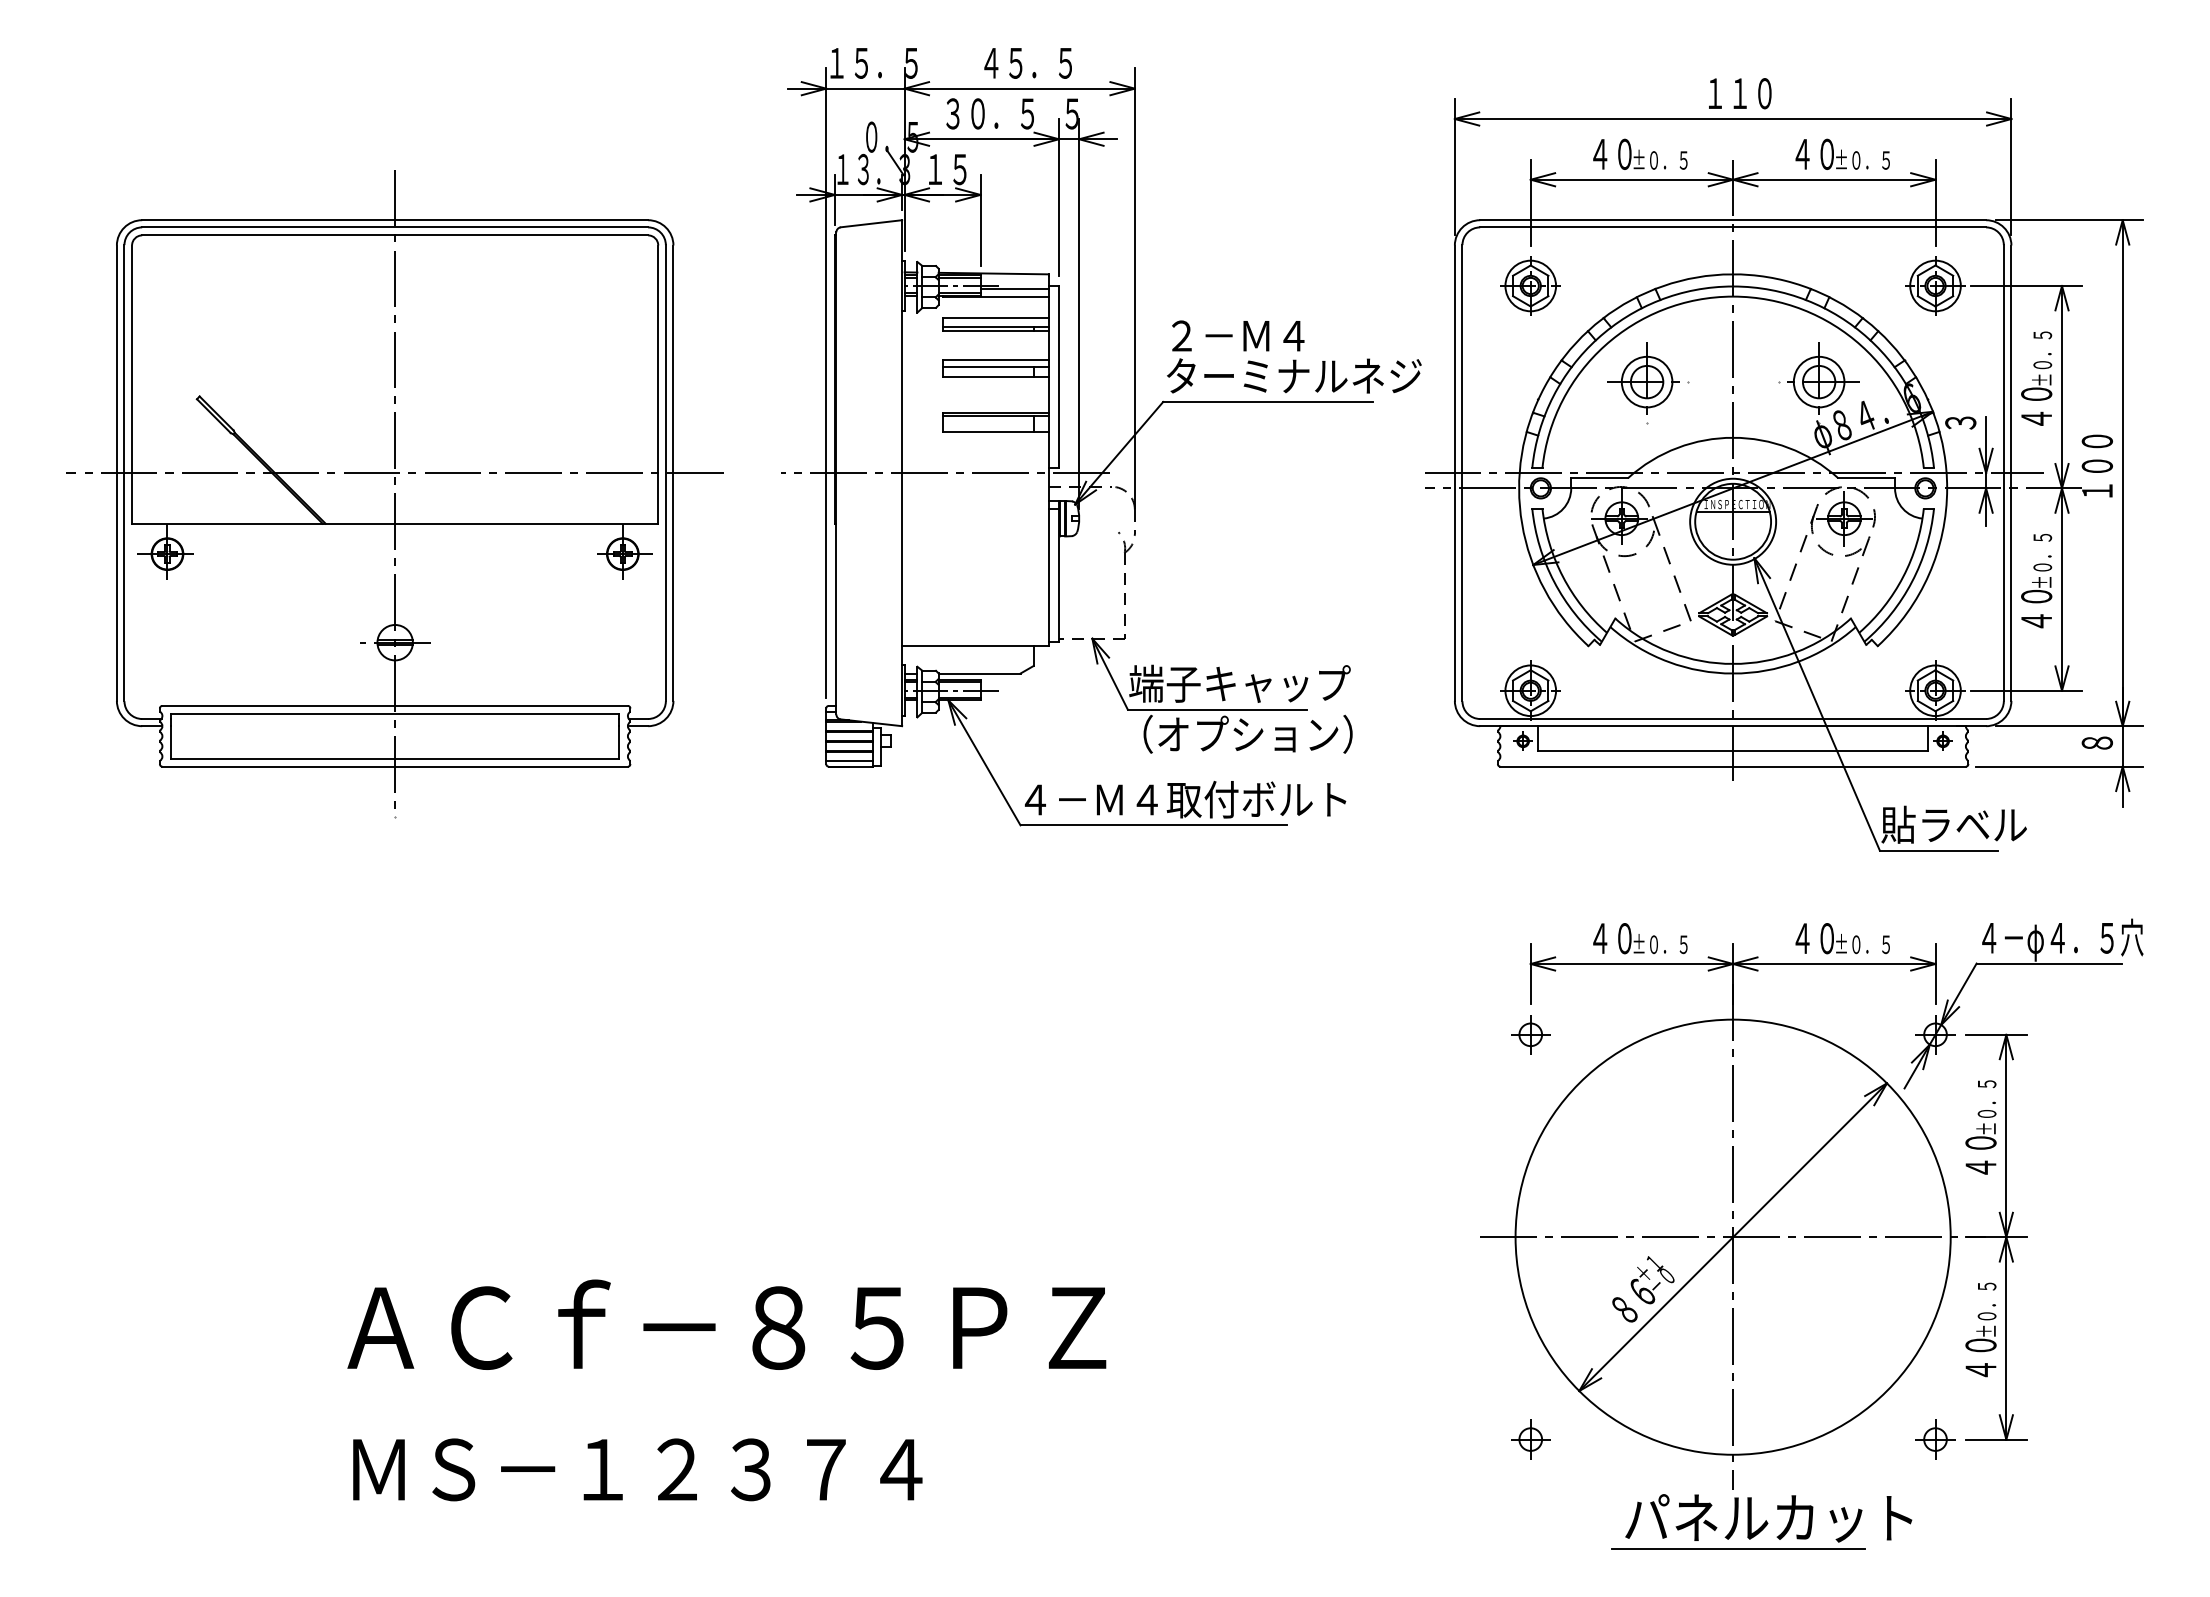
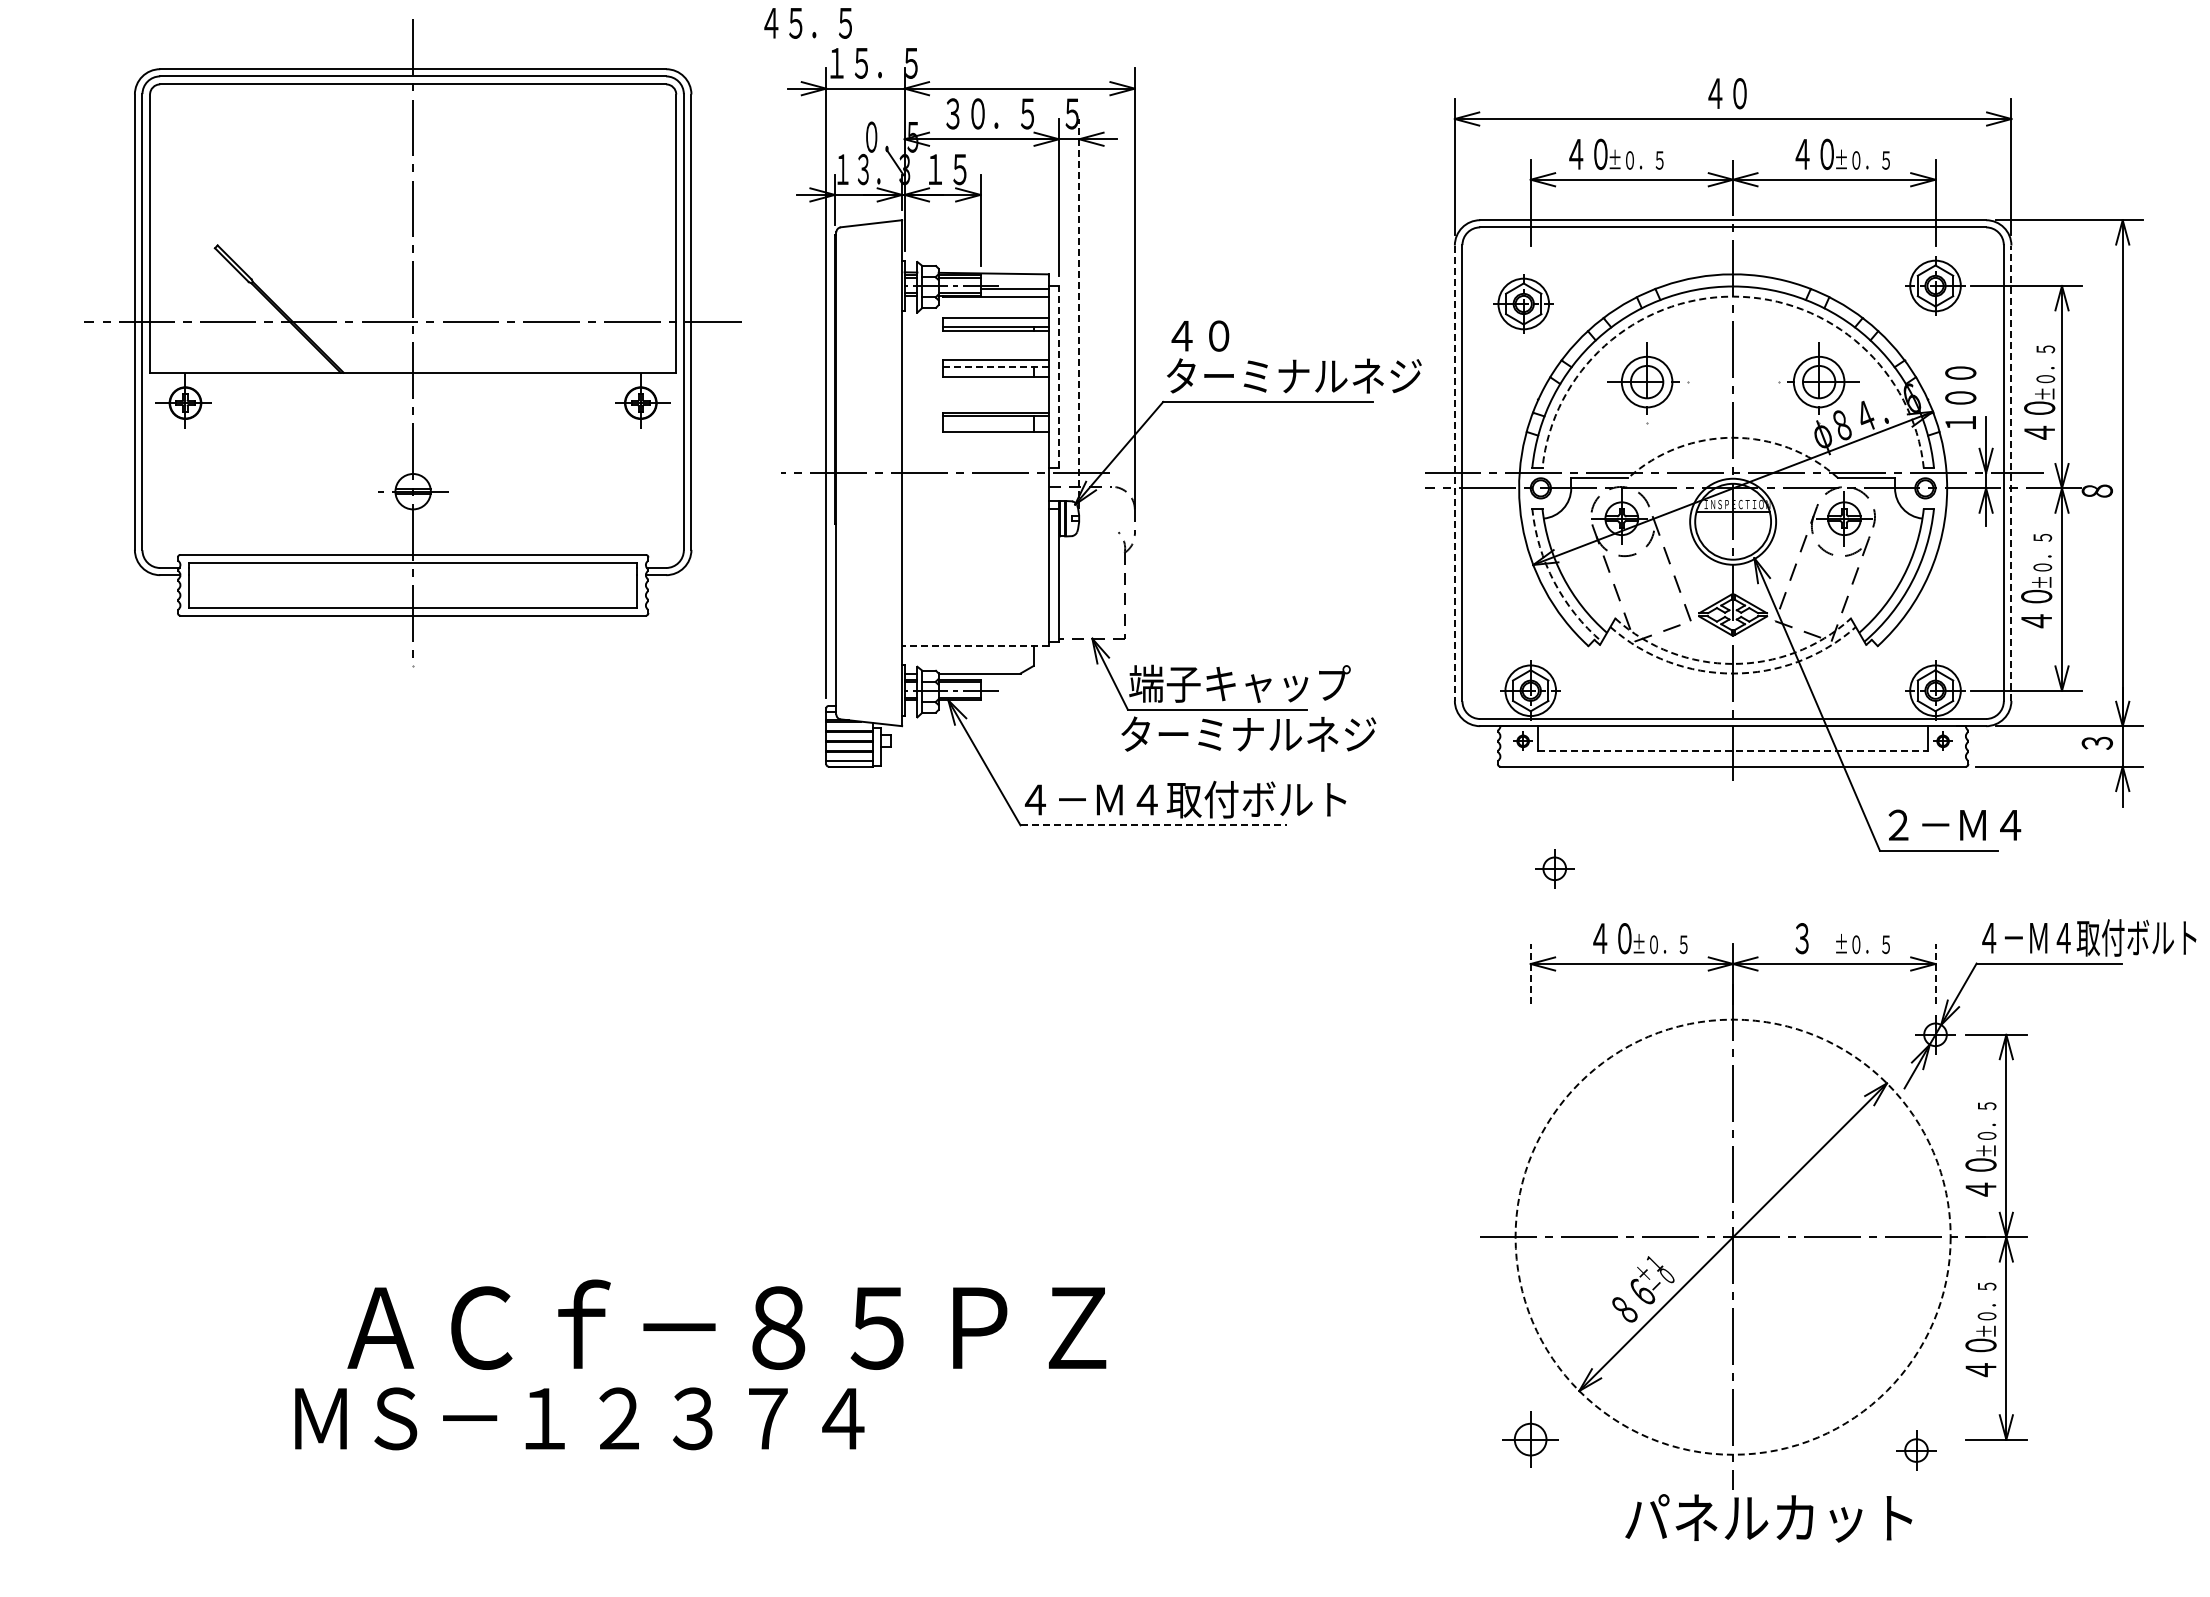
text at (1027, 63) position: (1027, 63) -> (807, 23)
text at (1739, 93): １１０ -> ４０
text at (1640, 153) position: (1640, 153) -> (1616, 153)
part at (1530, 285) position: (1530, 285) -> (1523, 303)
arc at (1733, 296): solid -> dashed
line at (1079, 313): solid -> dashed
text at (1237, 335): ２－Ｍ４ -> ４０
line at (995, 367): solid -> dashed
line at (1058, 376): solid -> dashed
text at (2036, 378) position: (2036, 378) -> (2039, 392)
text at (1960, 397): ３ -> １００
arc at (1733, 437): solid -> dashed
text at (2097, 465): １００ -> ８
line at (1454, 473): solid -> dashed
line at (2011, 473): solid -> dashed
part at (394, 494) position: (394, 494) -> (412, 343)
arc at (1554, 581): solid -> dashed
line at (975, 646): solid -> dashed
arc at (1733, 663): solid -> dashed
arc at (1733, 673): solid -> dashed
text at (1248, 733): （オプション） -> ターミナルネジ
text at (2097, 742): ８ -> ３
line at (1733, 751): solid -> dashed
text at (1953, 824): 貼ラベル -> ２－Ｍ４
line at (1154, 825): solid -> dashed
text at (1814, 938): ４０ -> ３
text at (2111, 939): ４－φ４．５穴 -> ４－Ｍ４取付ボルト
line at (1530, 973): solid -> dashed
line at (1935, 973): solid -> dashed
part at (1530, 1034) position: (1530, 1034) -> (1554, 868)
text at (1980, 1127) position: (1980, 1127) -> (1980, 1149)
circle at (1732, 1236): solid -> dashed
part at (1530, 1439) size: 40x41 px -> 57x57 px
part at (1935, 1439) position: (1935, 1439) -> (1916, 1450)
text at (637, 1469) position: (637, 1469) -> (579, 1418)
line at (1737, 1548): present -> none
